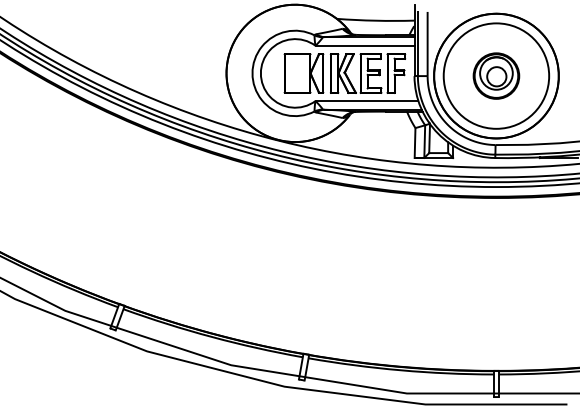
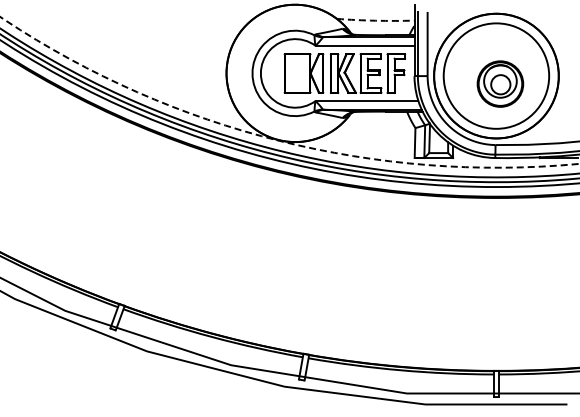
arc at (375, 20): solid -> dashed
part at (496, 75) position: (496, 75) -> (500, 83)
arc at (277, 140): solid -> dashed
